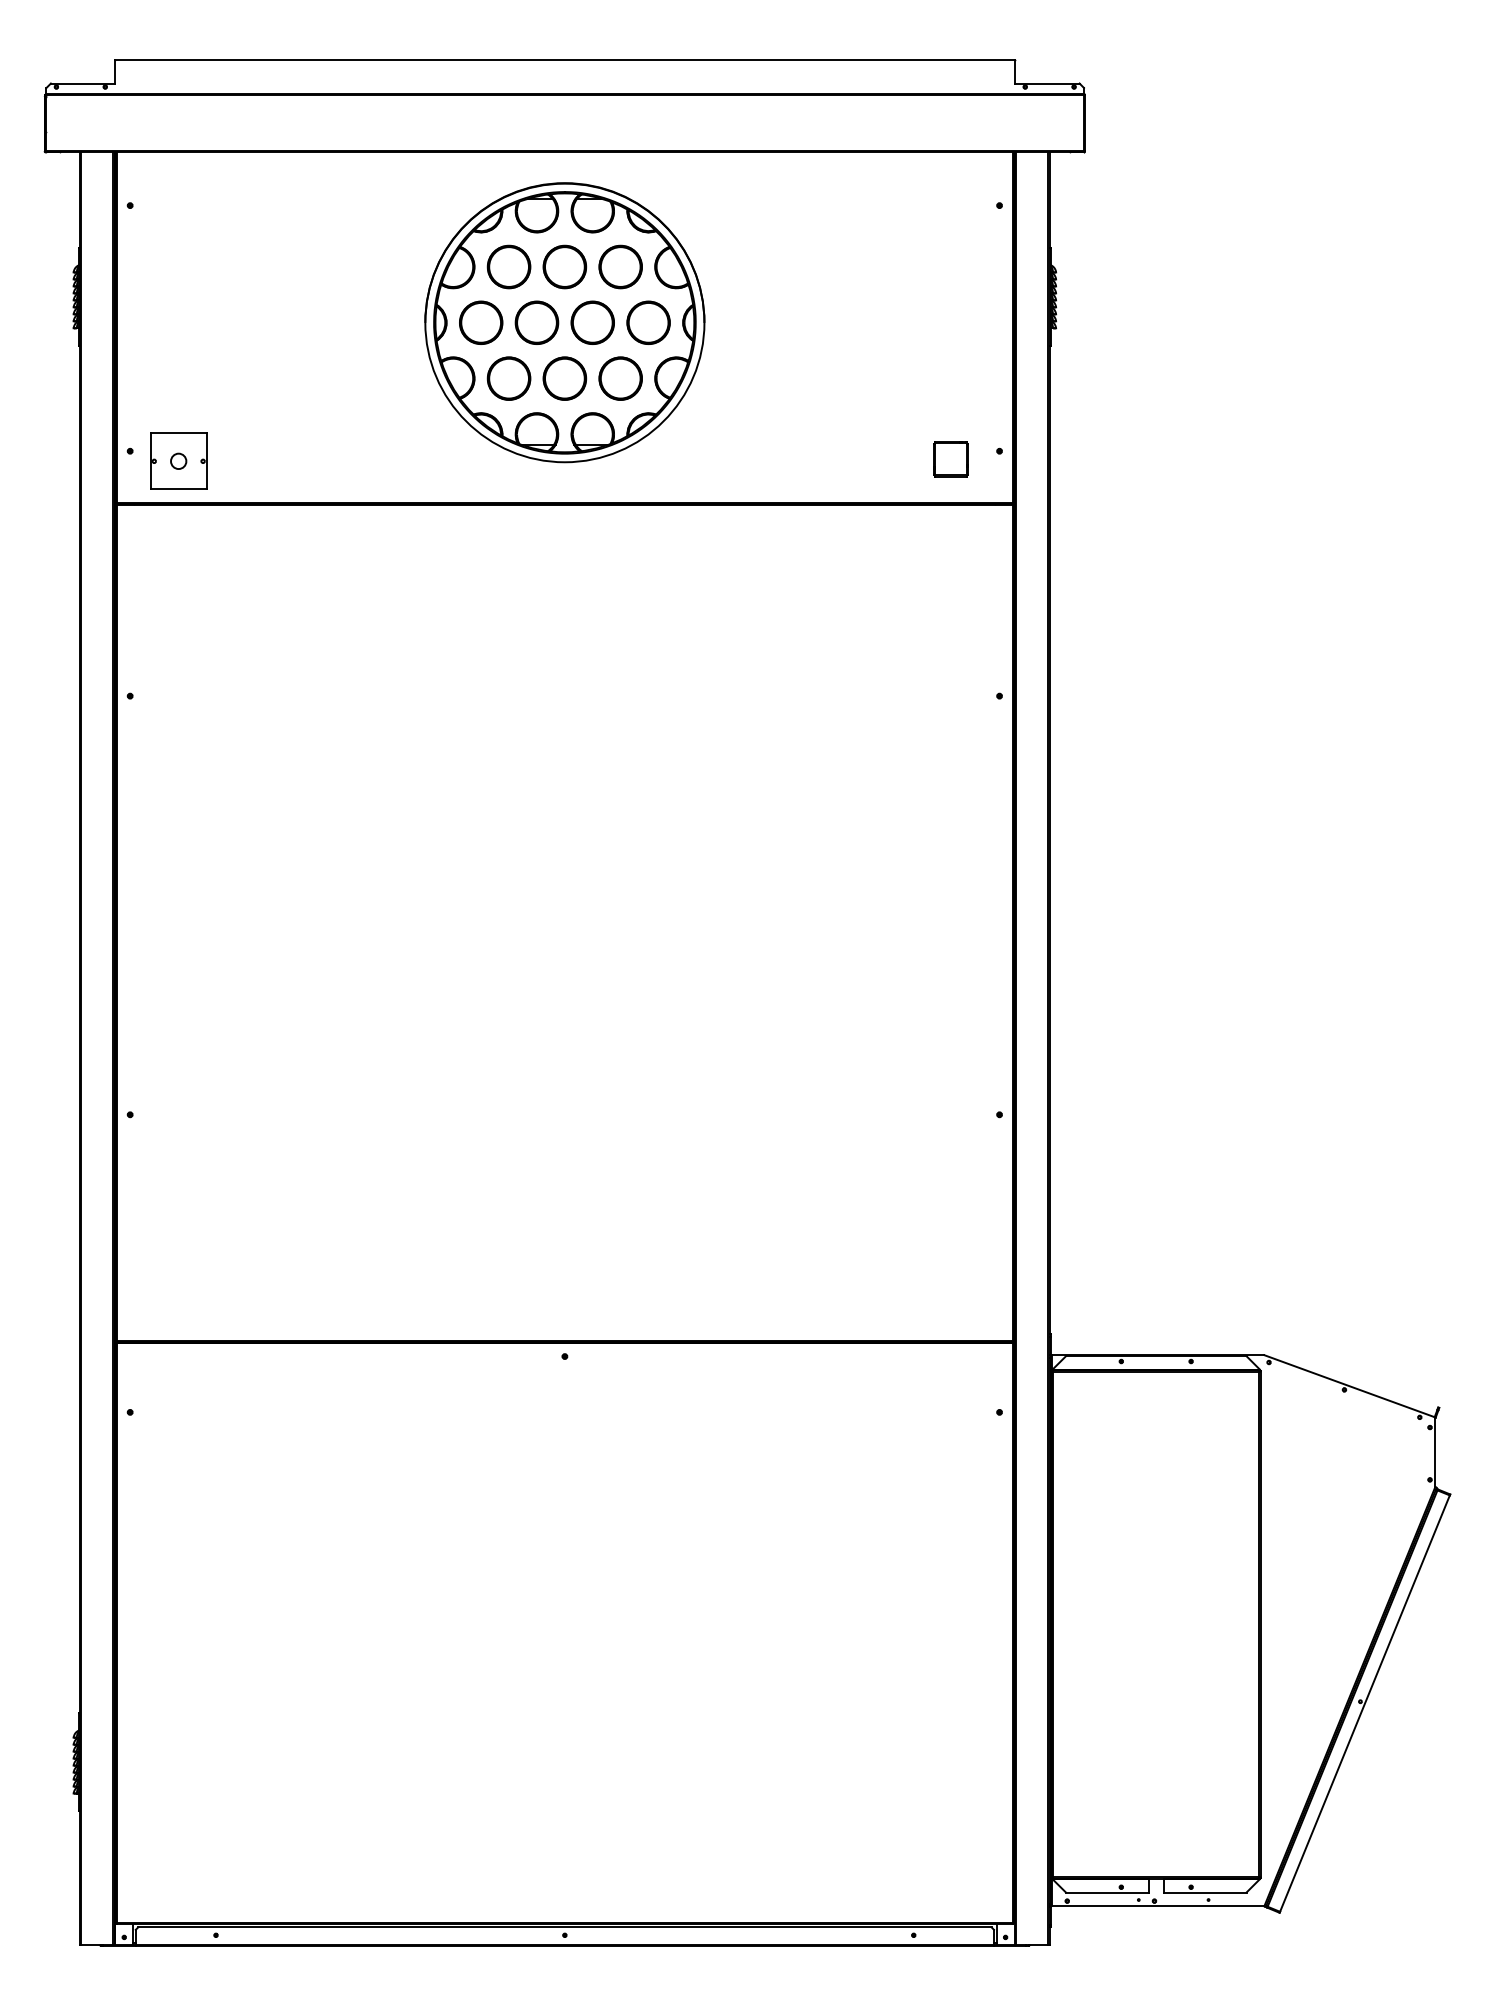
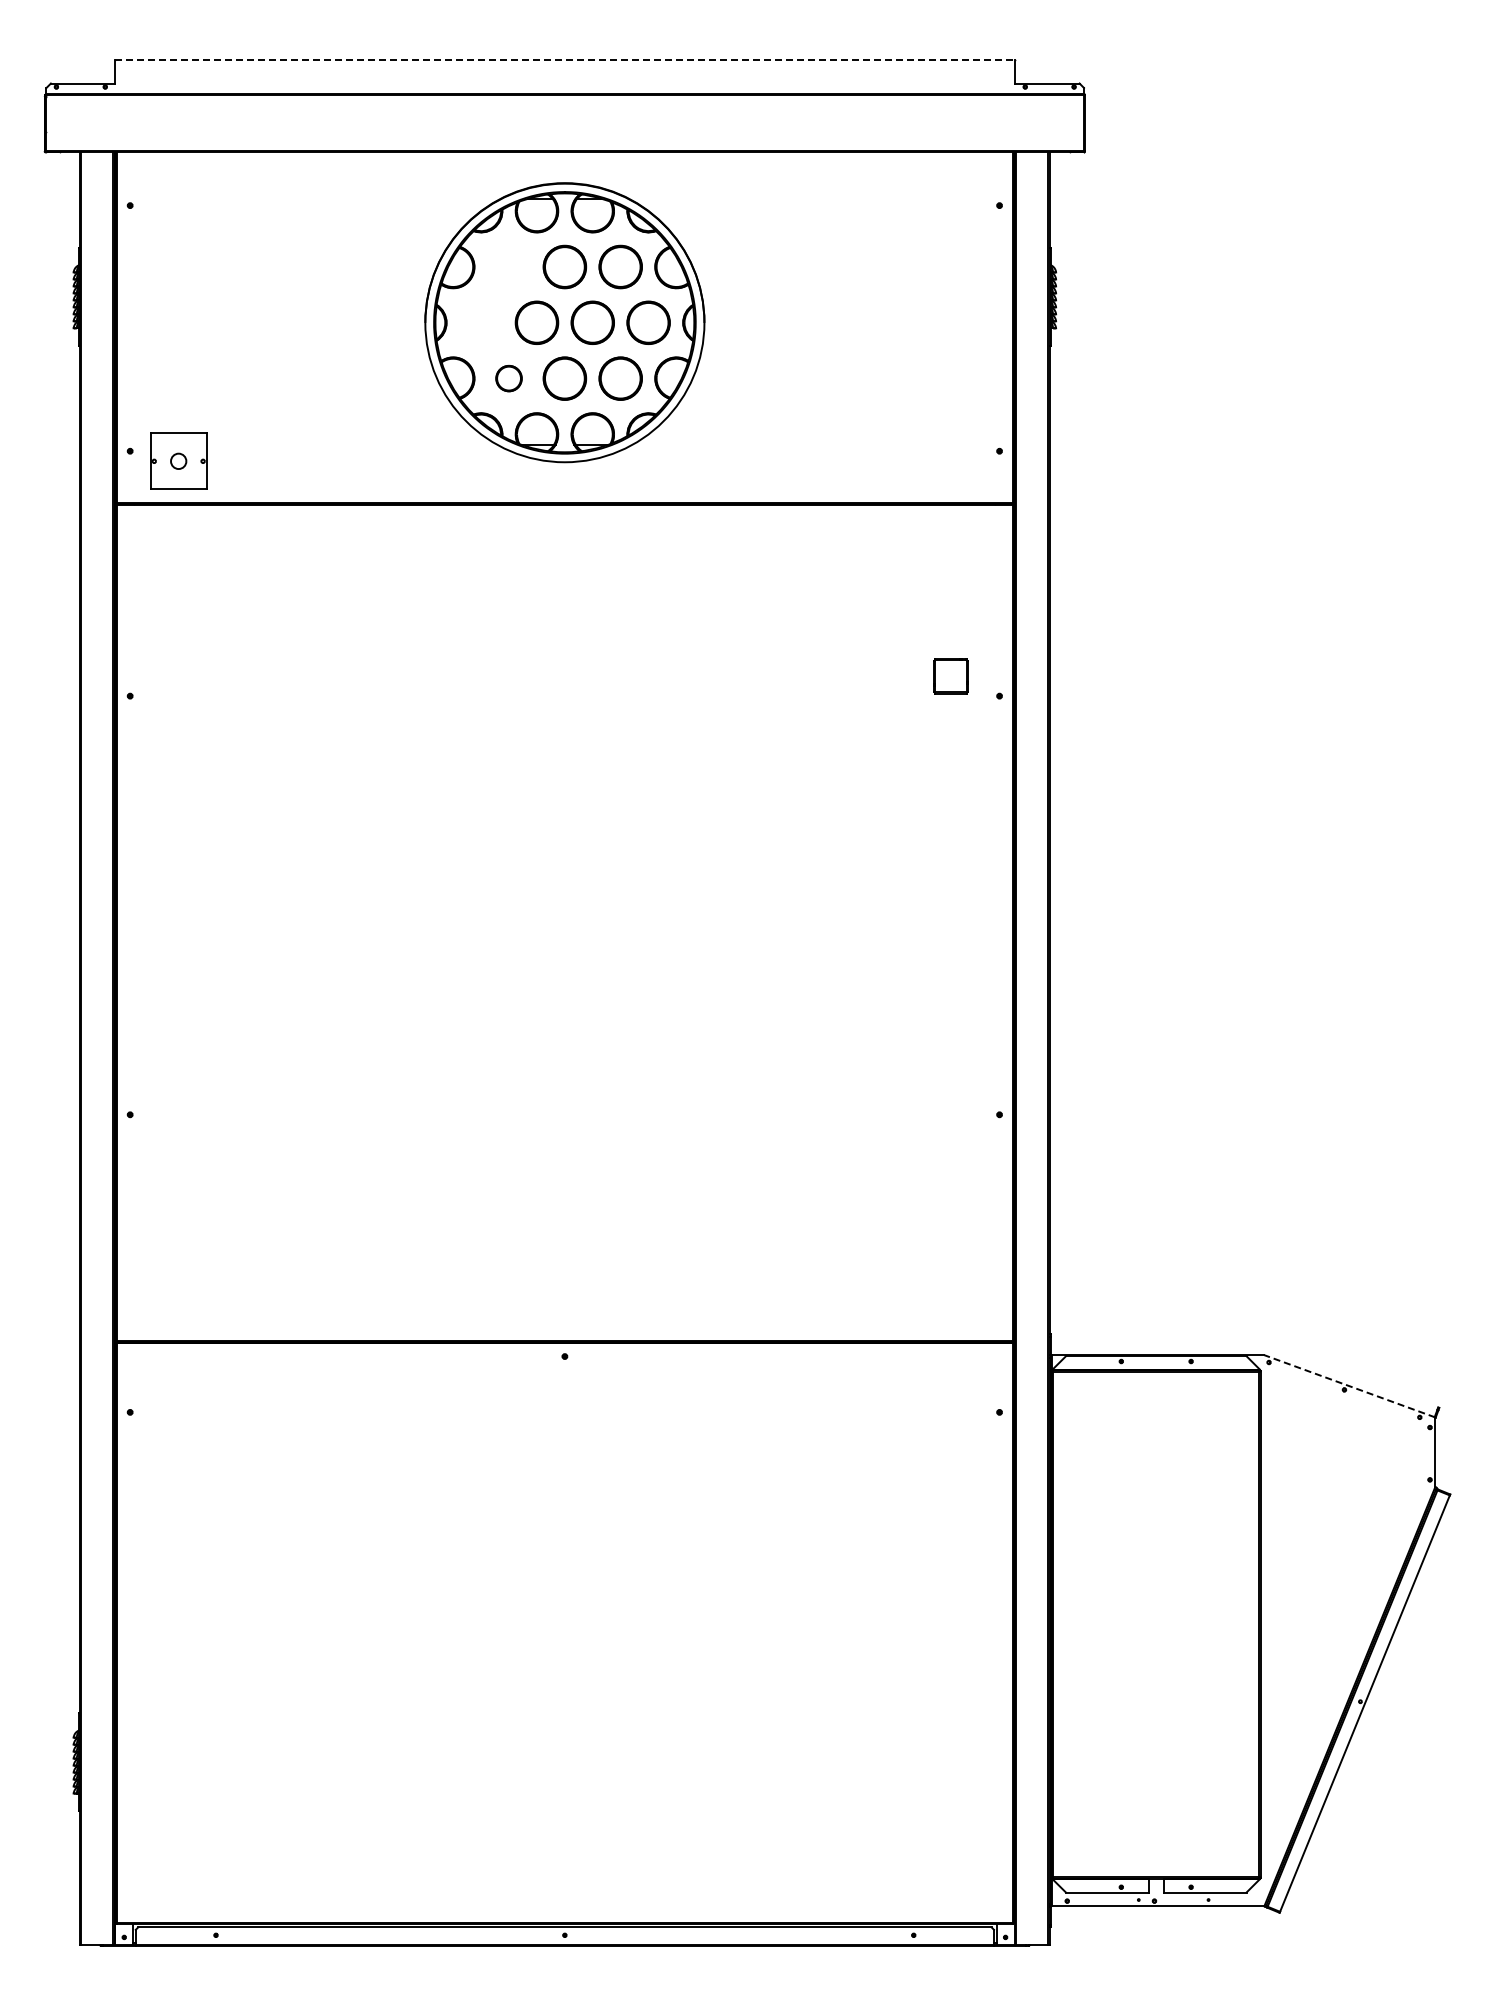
line at (565, 60): solid -> dashed
part at (508, 266): present -> none
part at (481, 322): present -> none
part at (508, 378) size: 46x45 px -> 28x28 px
part at (950, 459) position: (950, 459) -> (950, 676)
line at (1349, 1386): solid -> dashed
